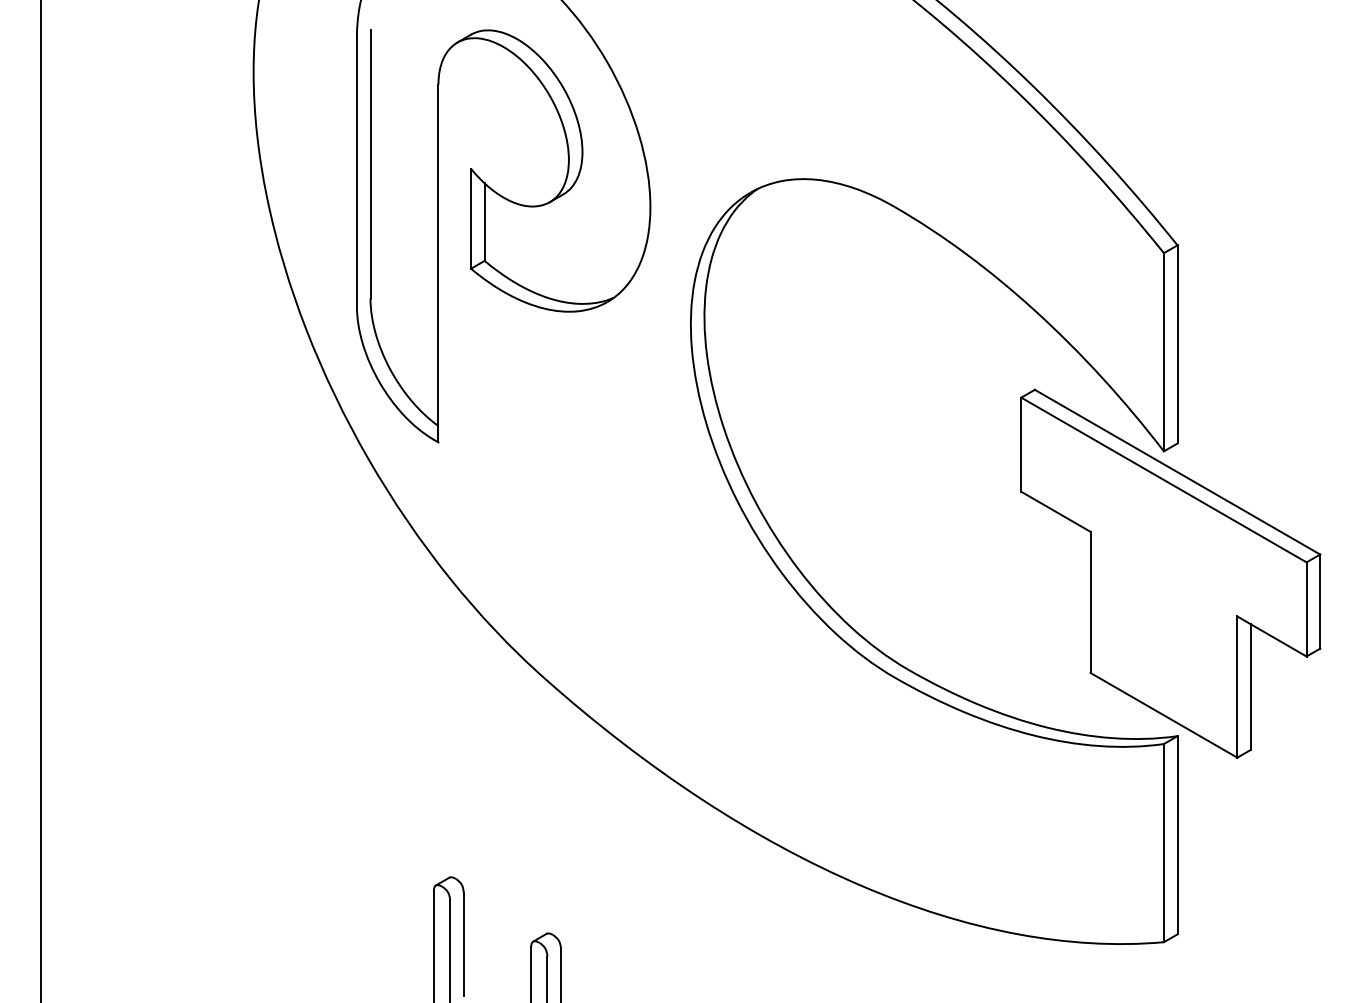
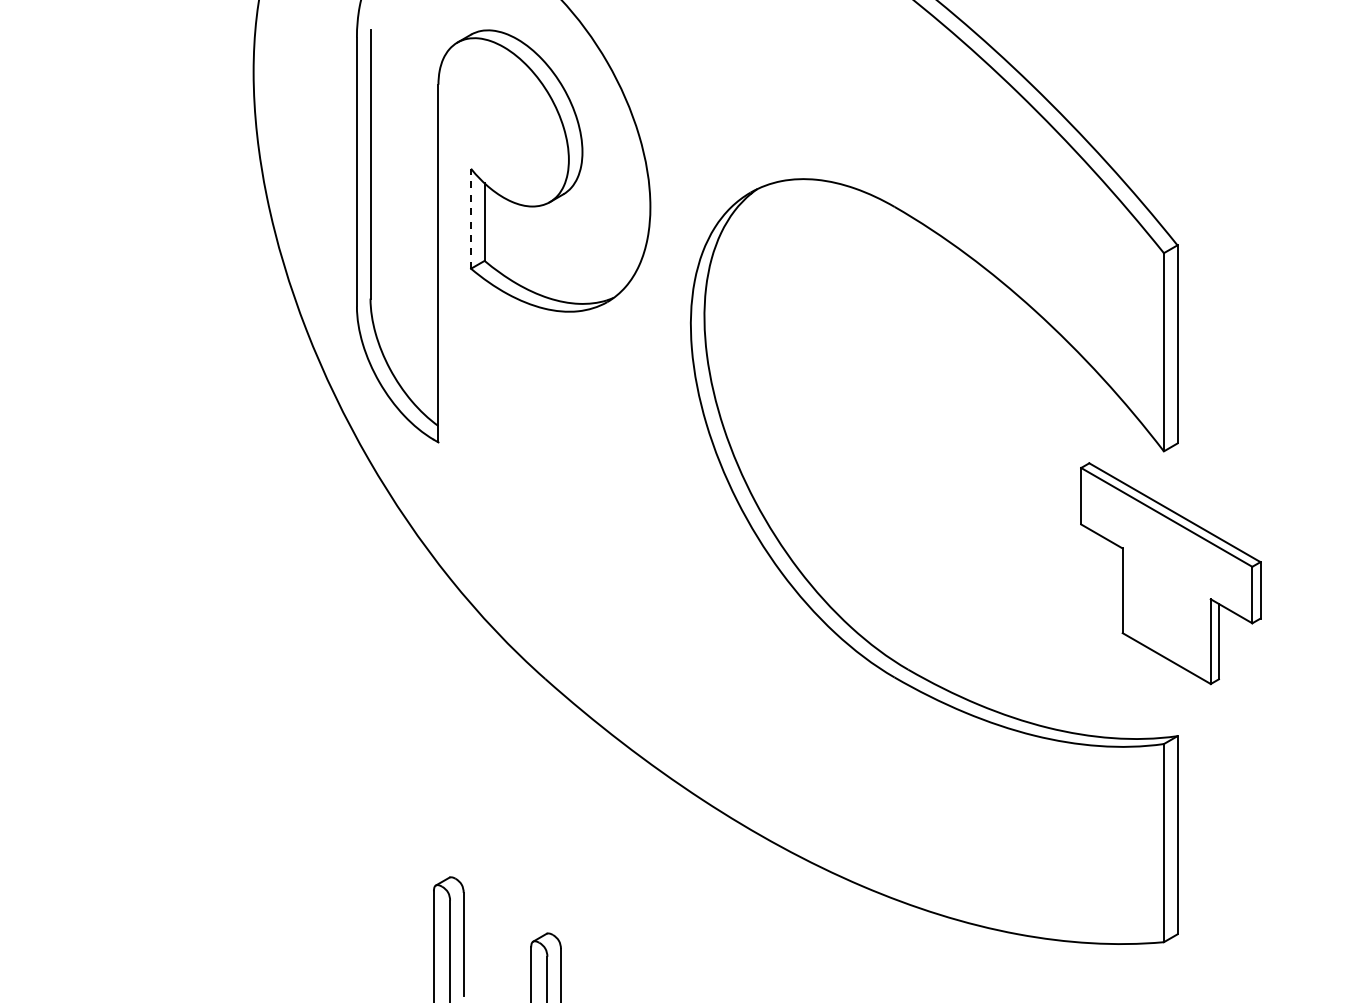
line at (471, 218): solid -> dashed
line at (40, 500): present -> none
part at (1170, 573) size: 302x371 px -> 182x224 px
